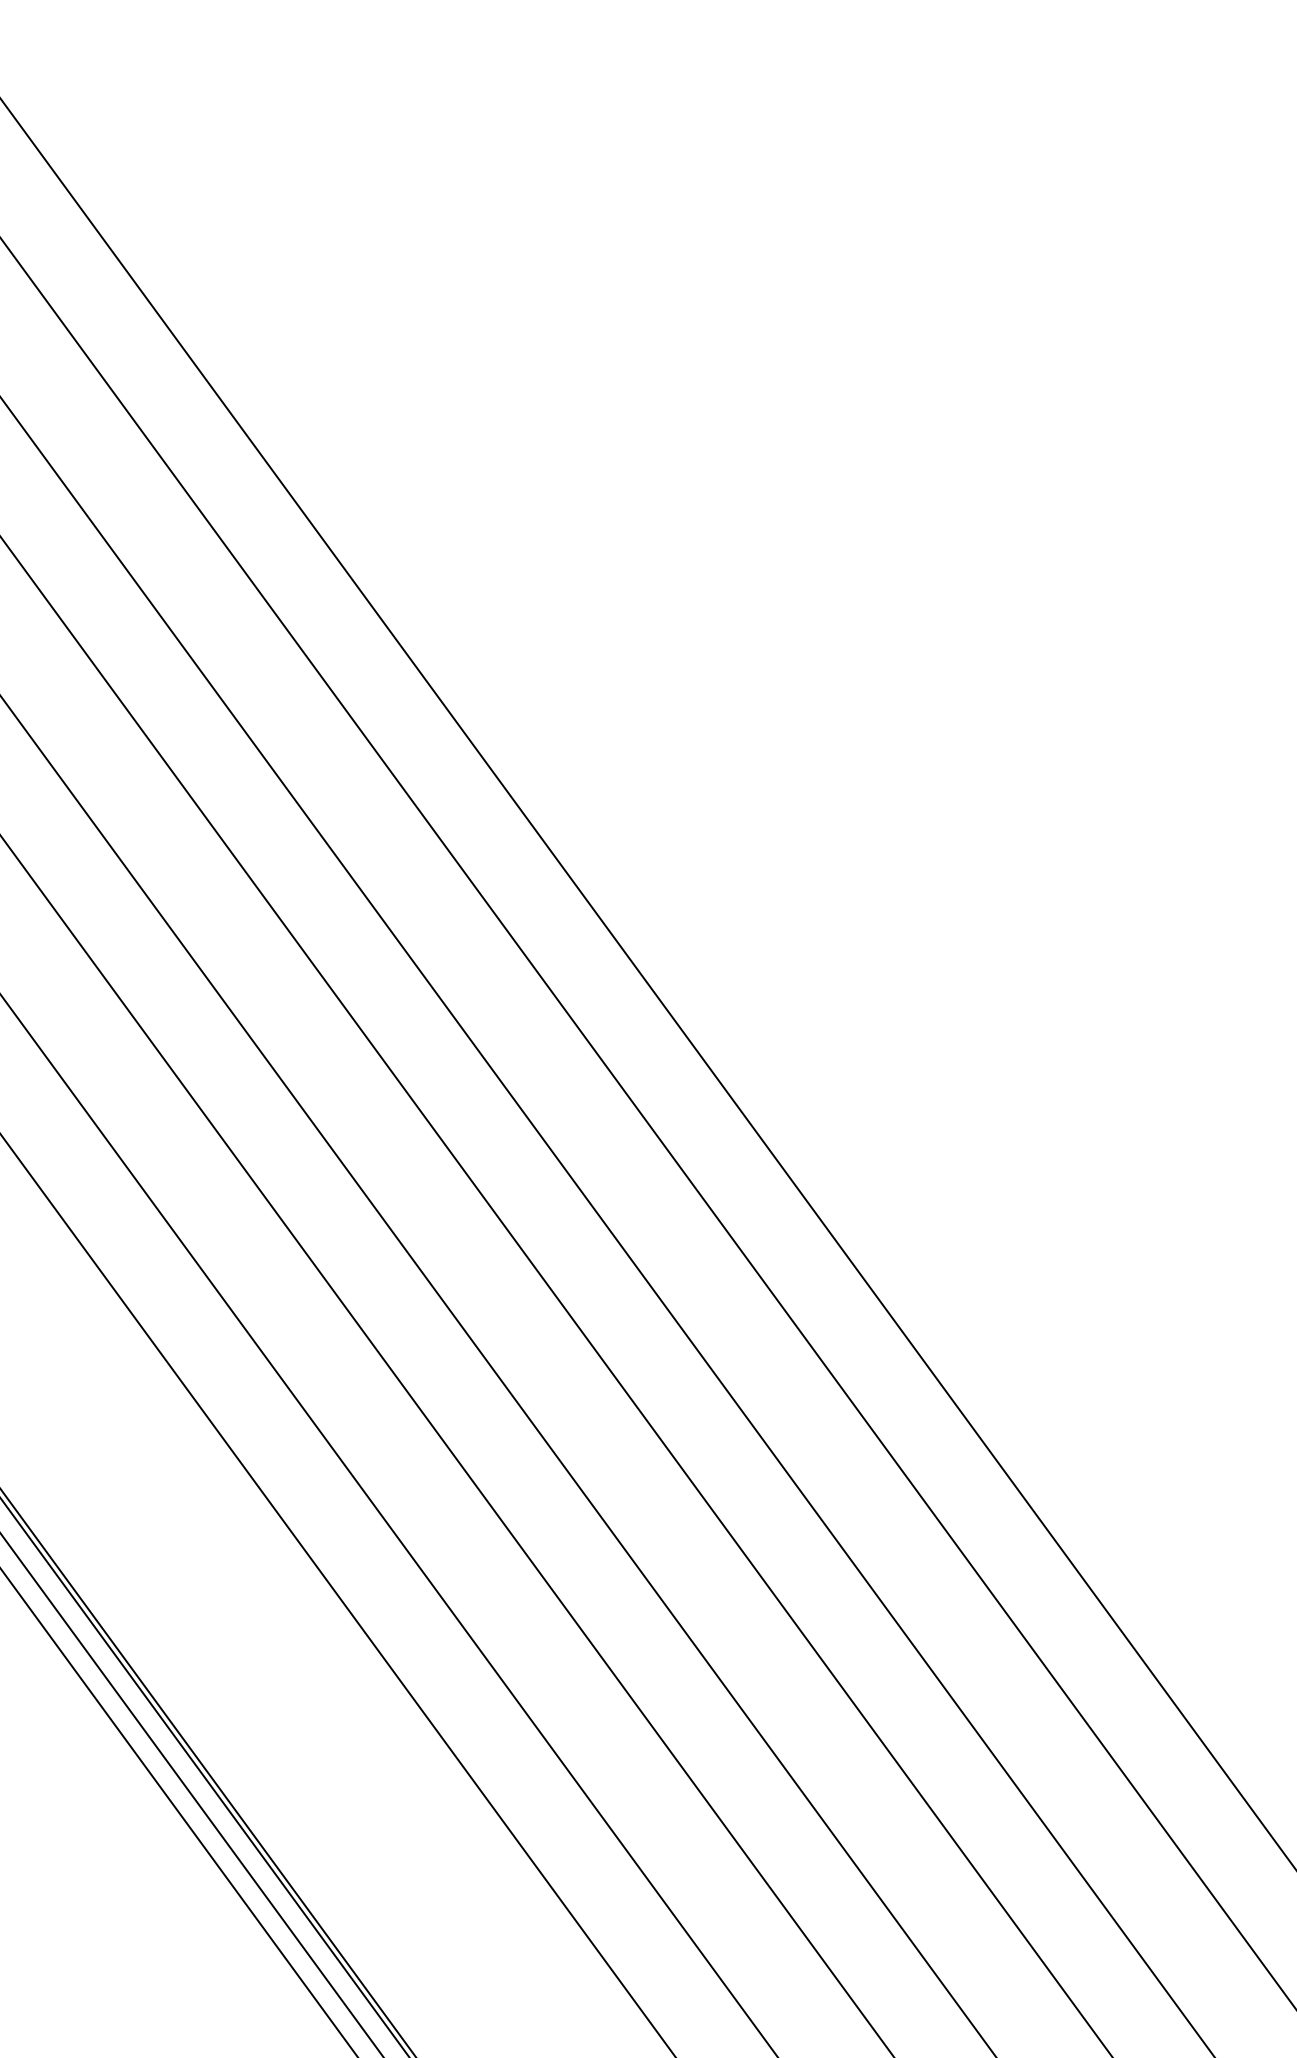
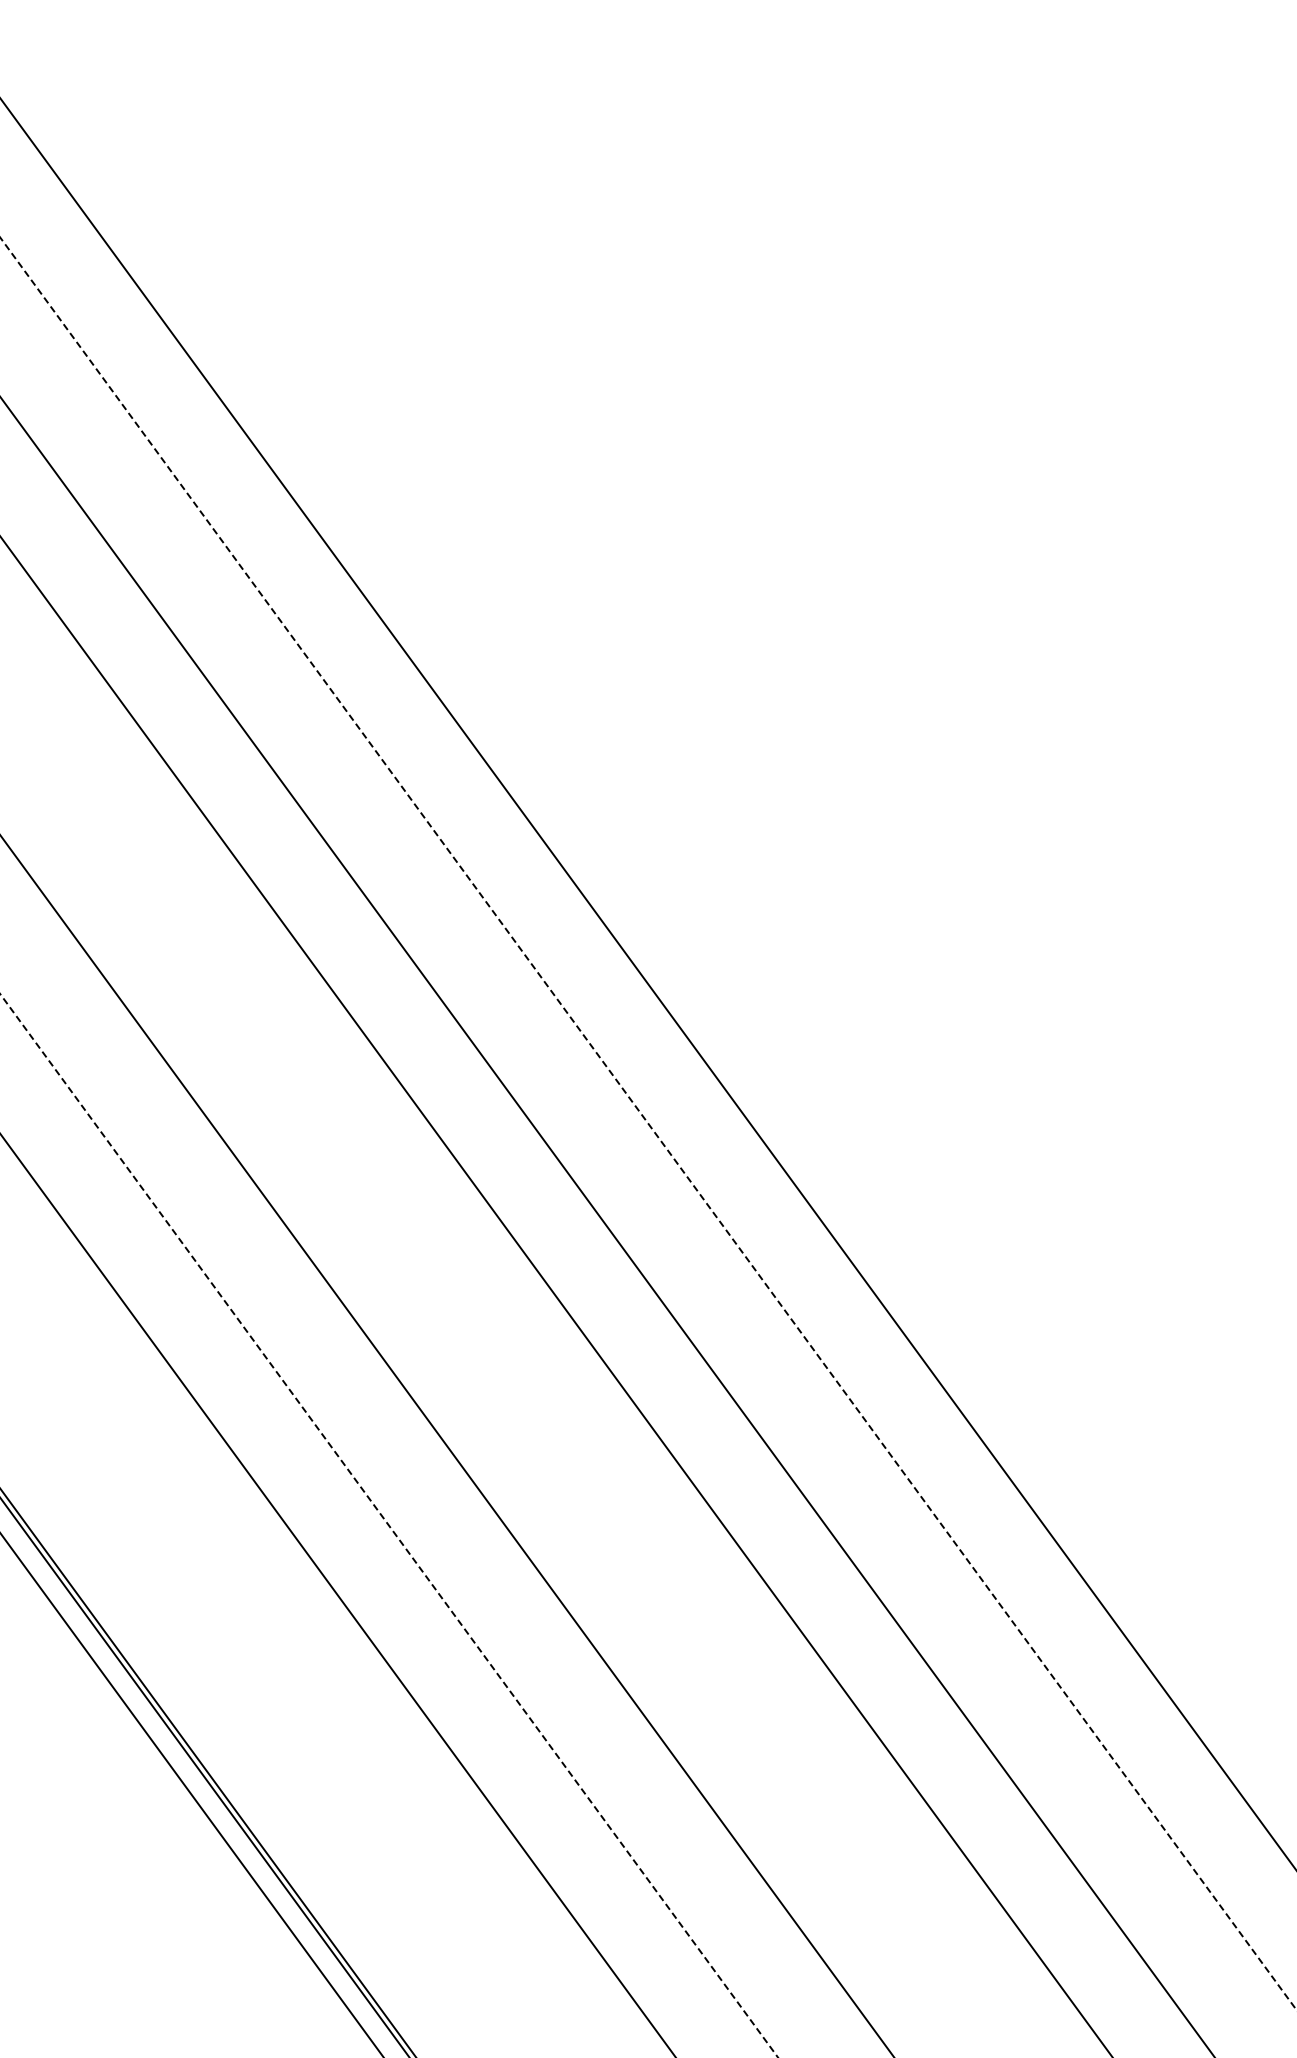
line at (648, 1124): solid -> dashed
line at (498, 1375): present -> none
line at (389, 1525): solid -> dashed
line at (178, 1812): present -> none
